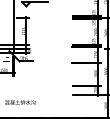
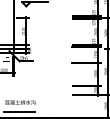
line at (19, 112): none -> present
